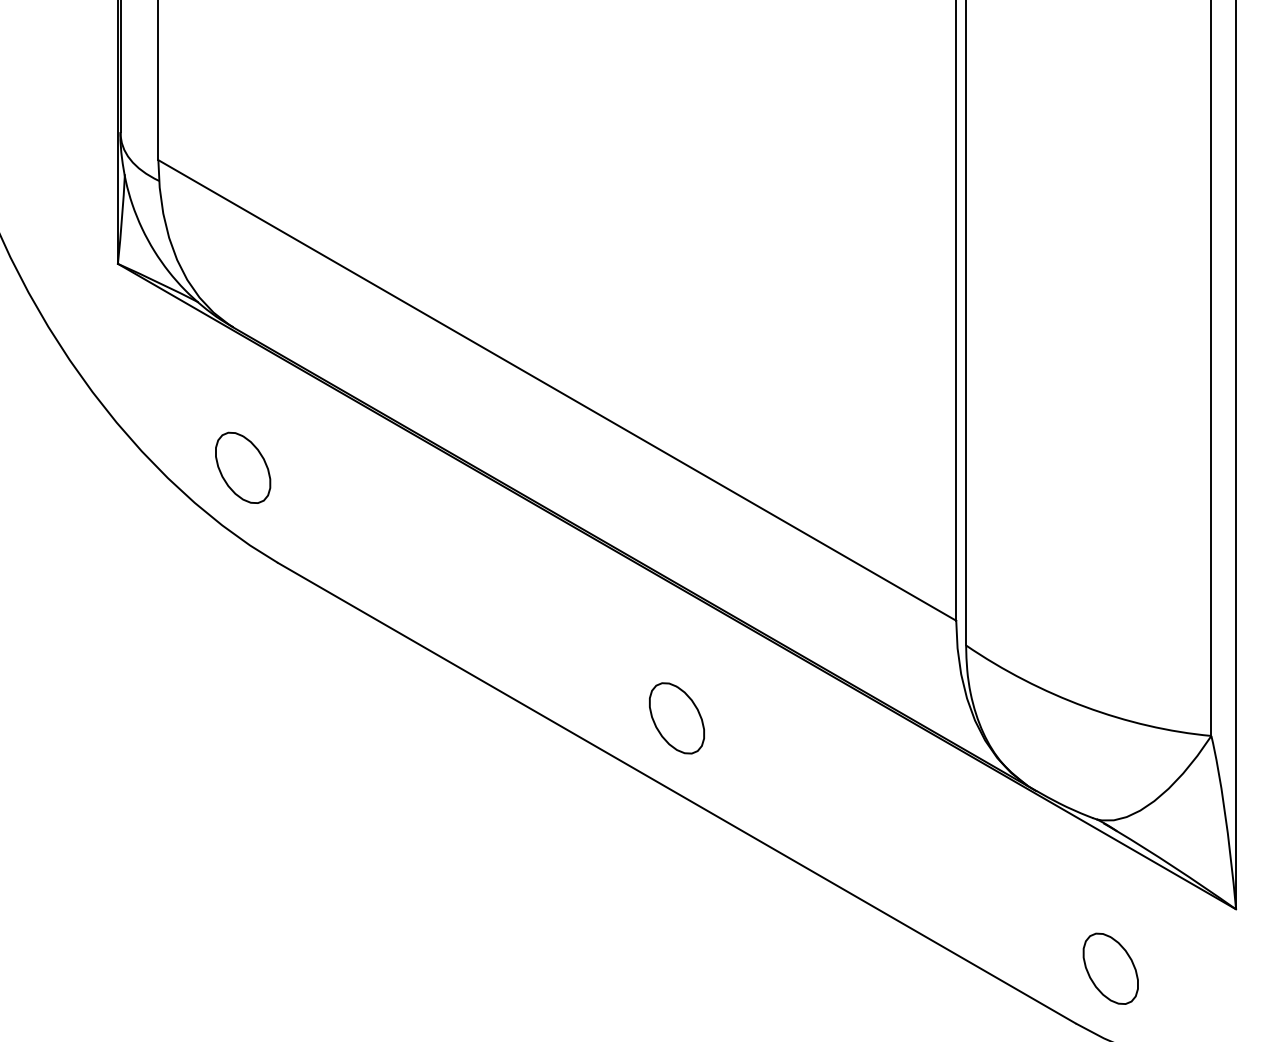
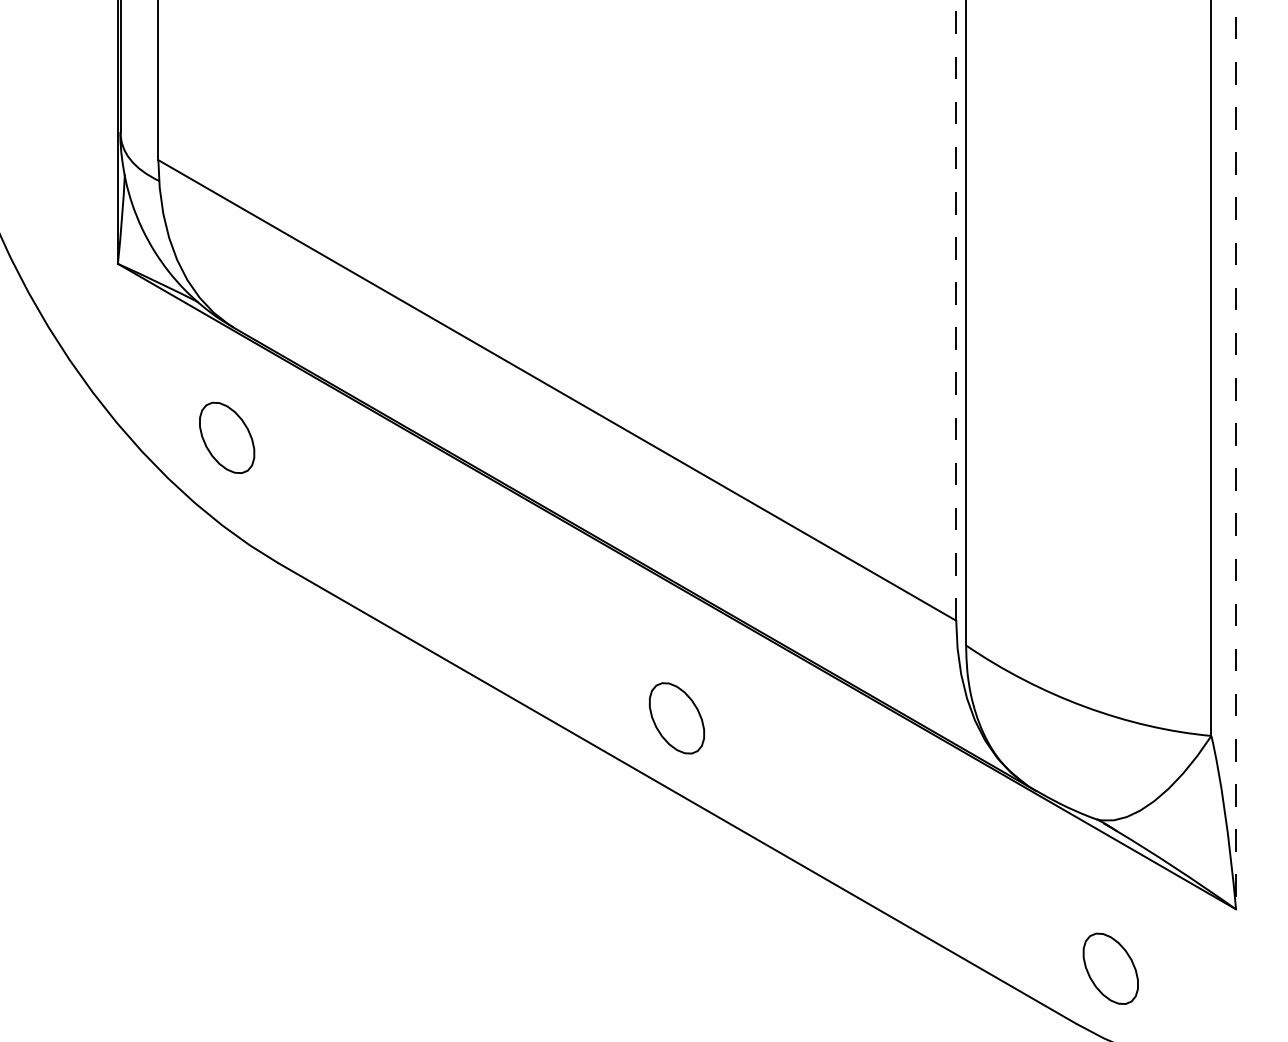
line at (956, 309): solid -> dashed
line at (1236, 455): solid -> dashed
part at (243, 467) position: (243, 467) -> (227, 437)
